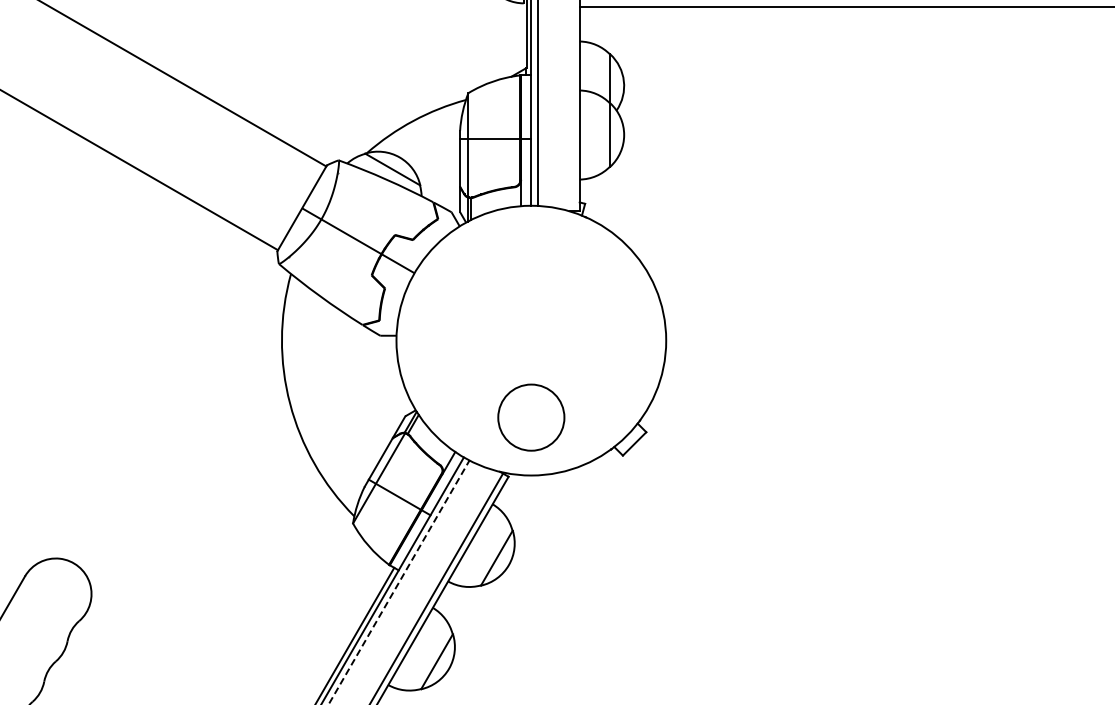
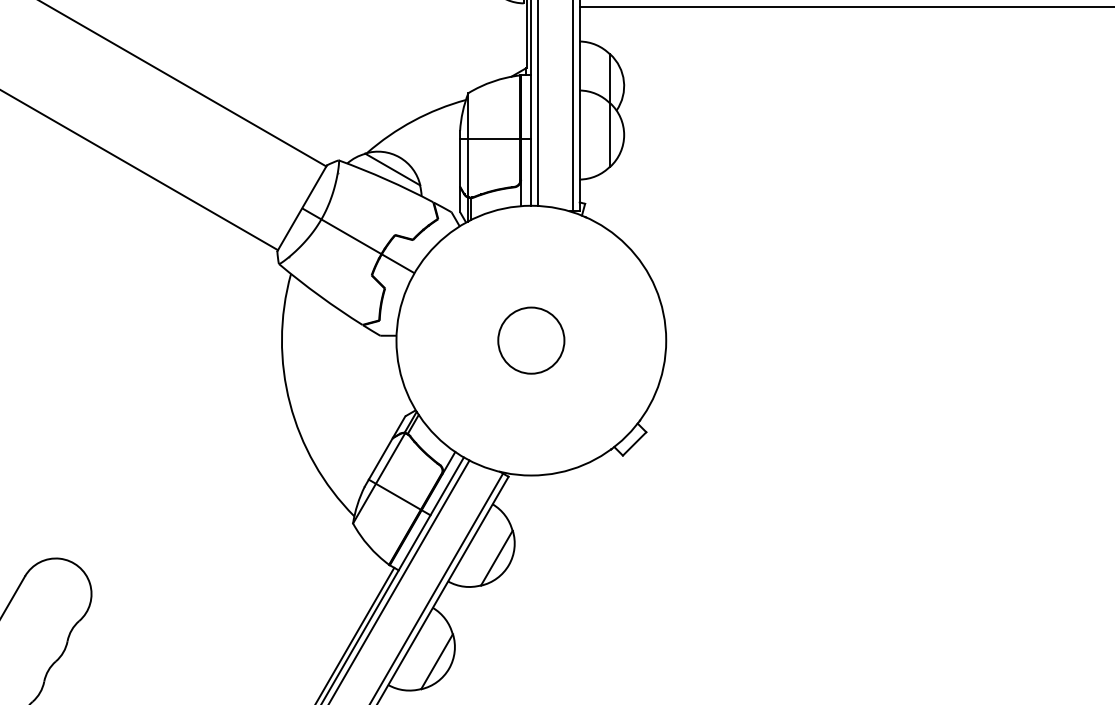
line at (573, 106): none -> present
circle at (531, 417) position: (531, 417) -> (531, 340)
line at (399, 582): dashed -> solid
